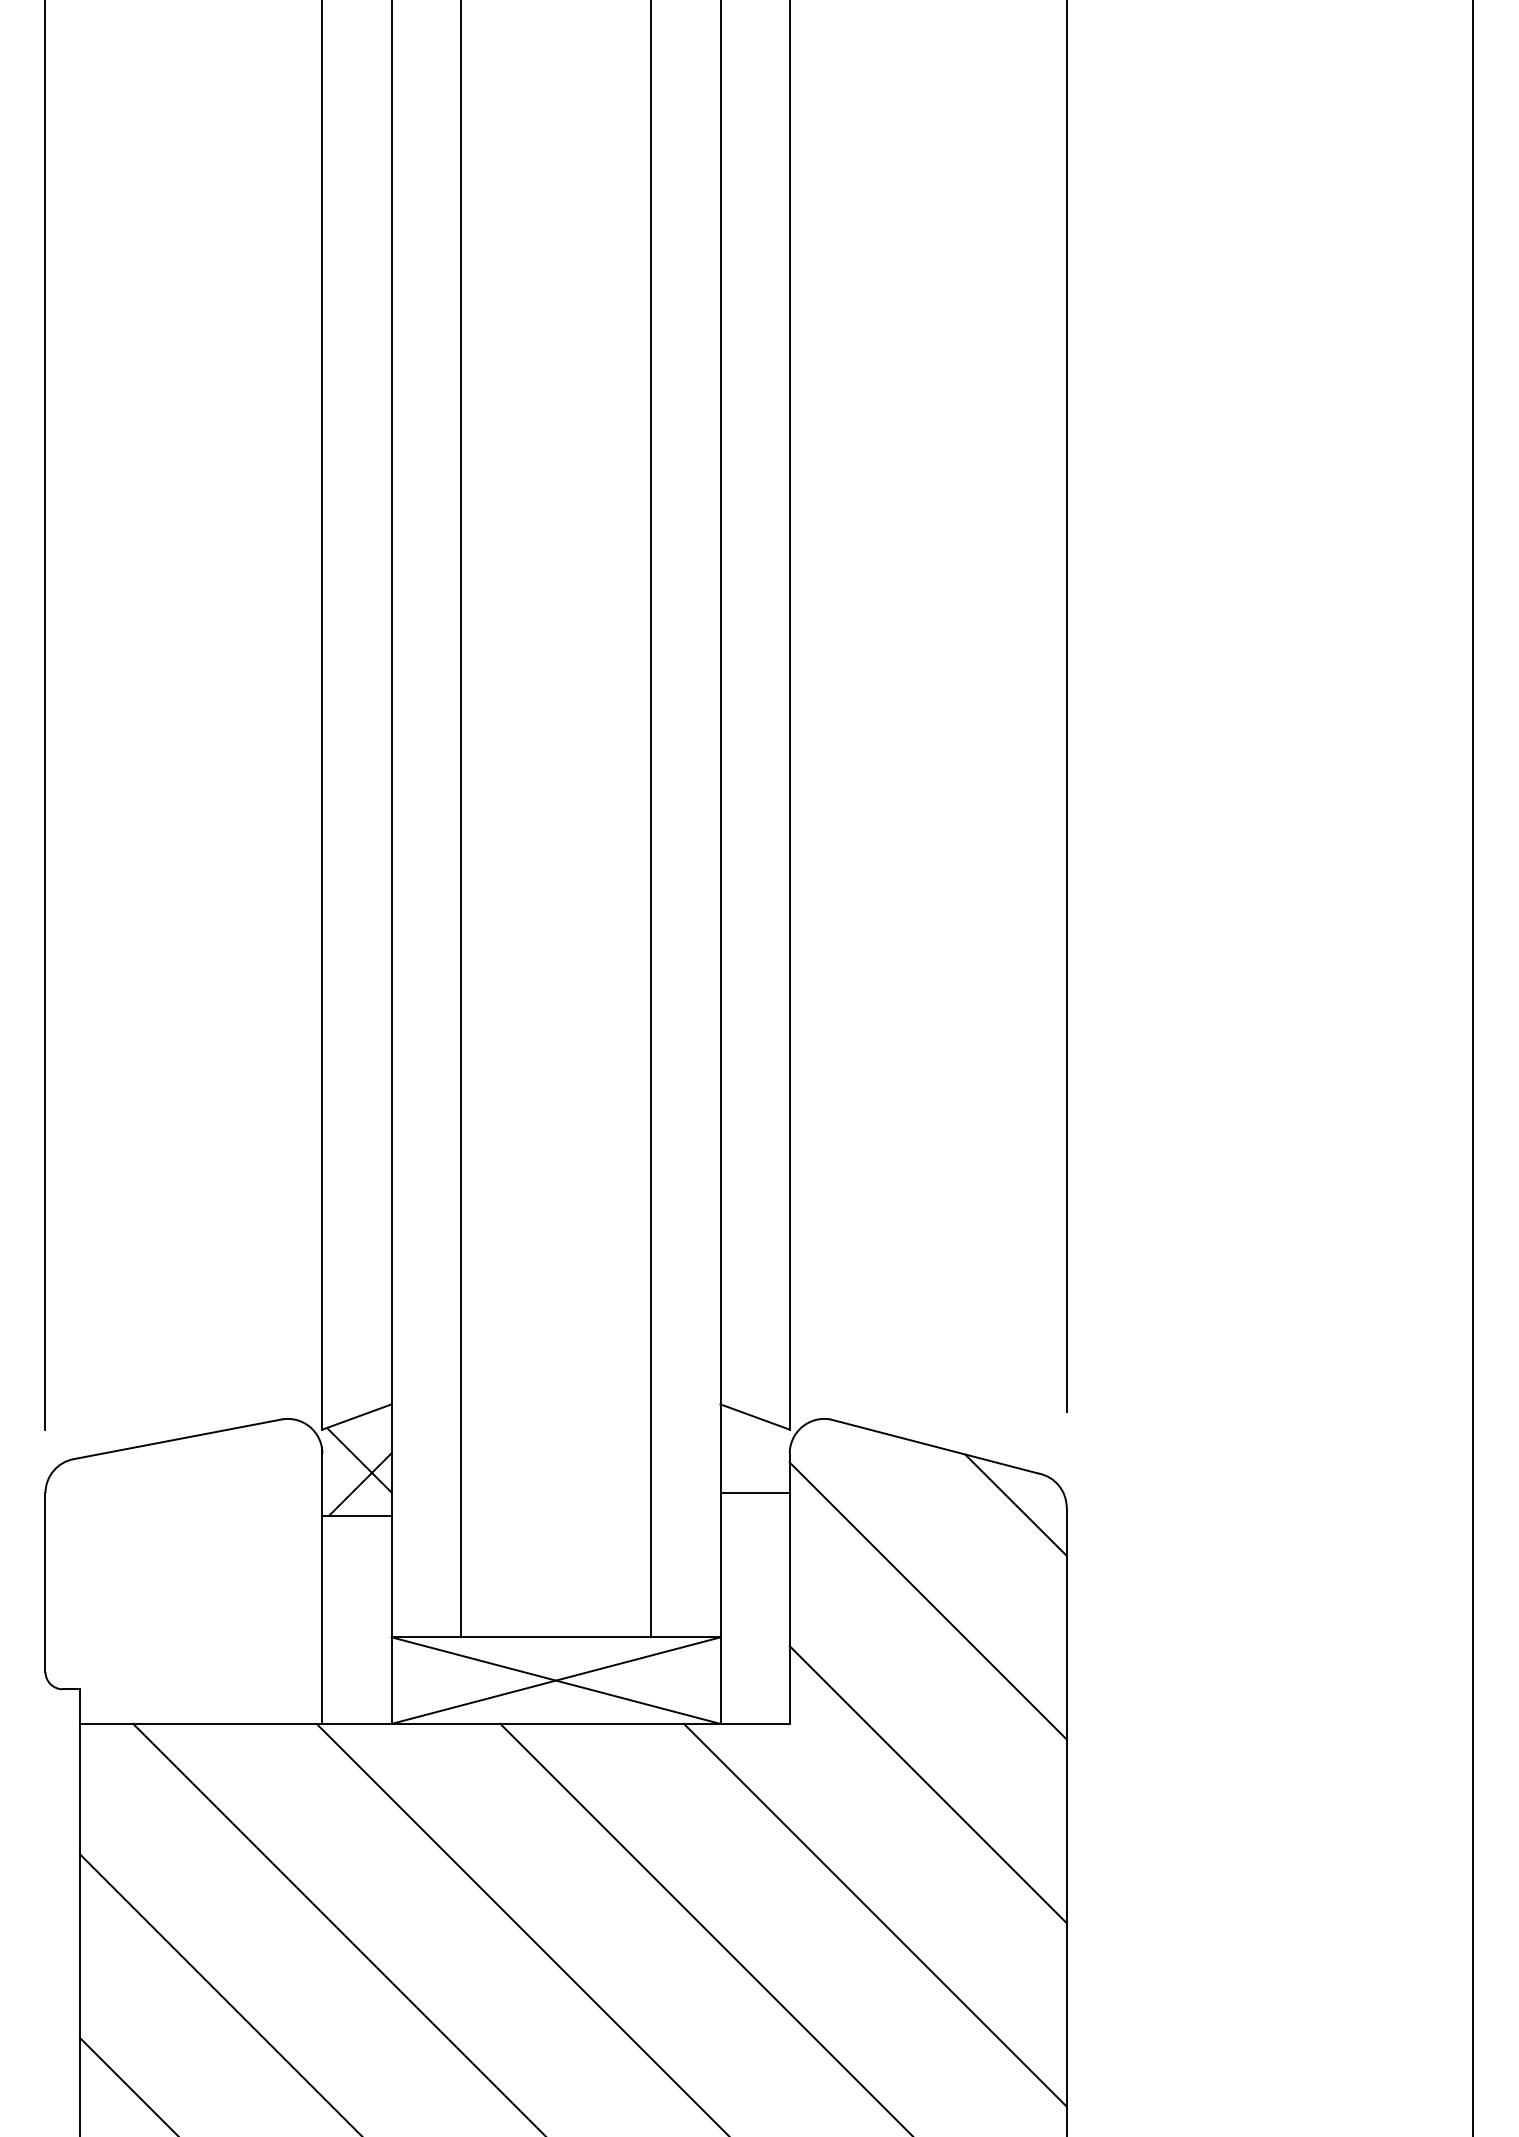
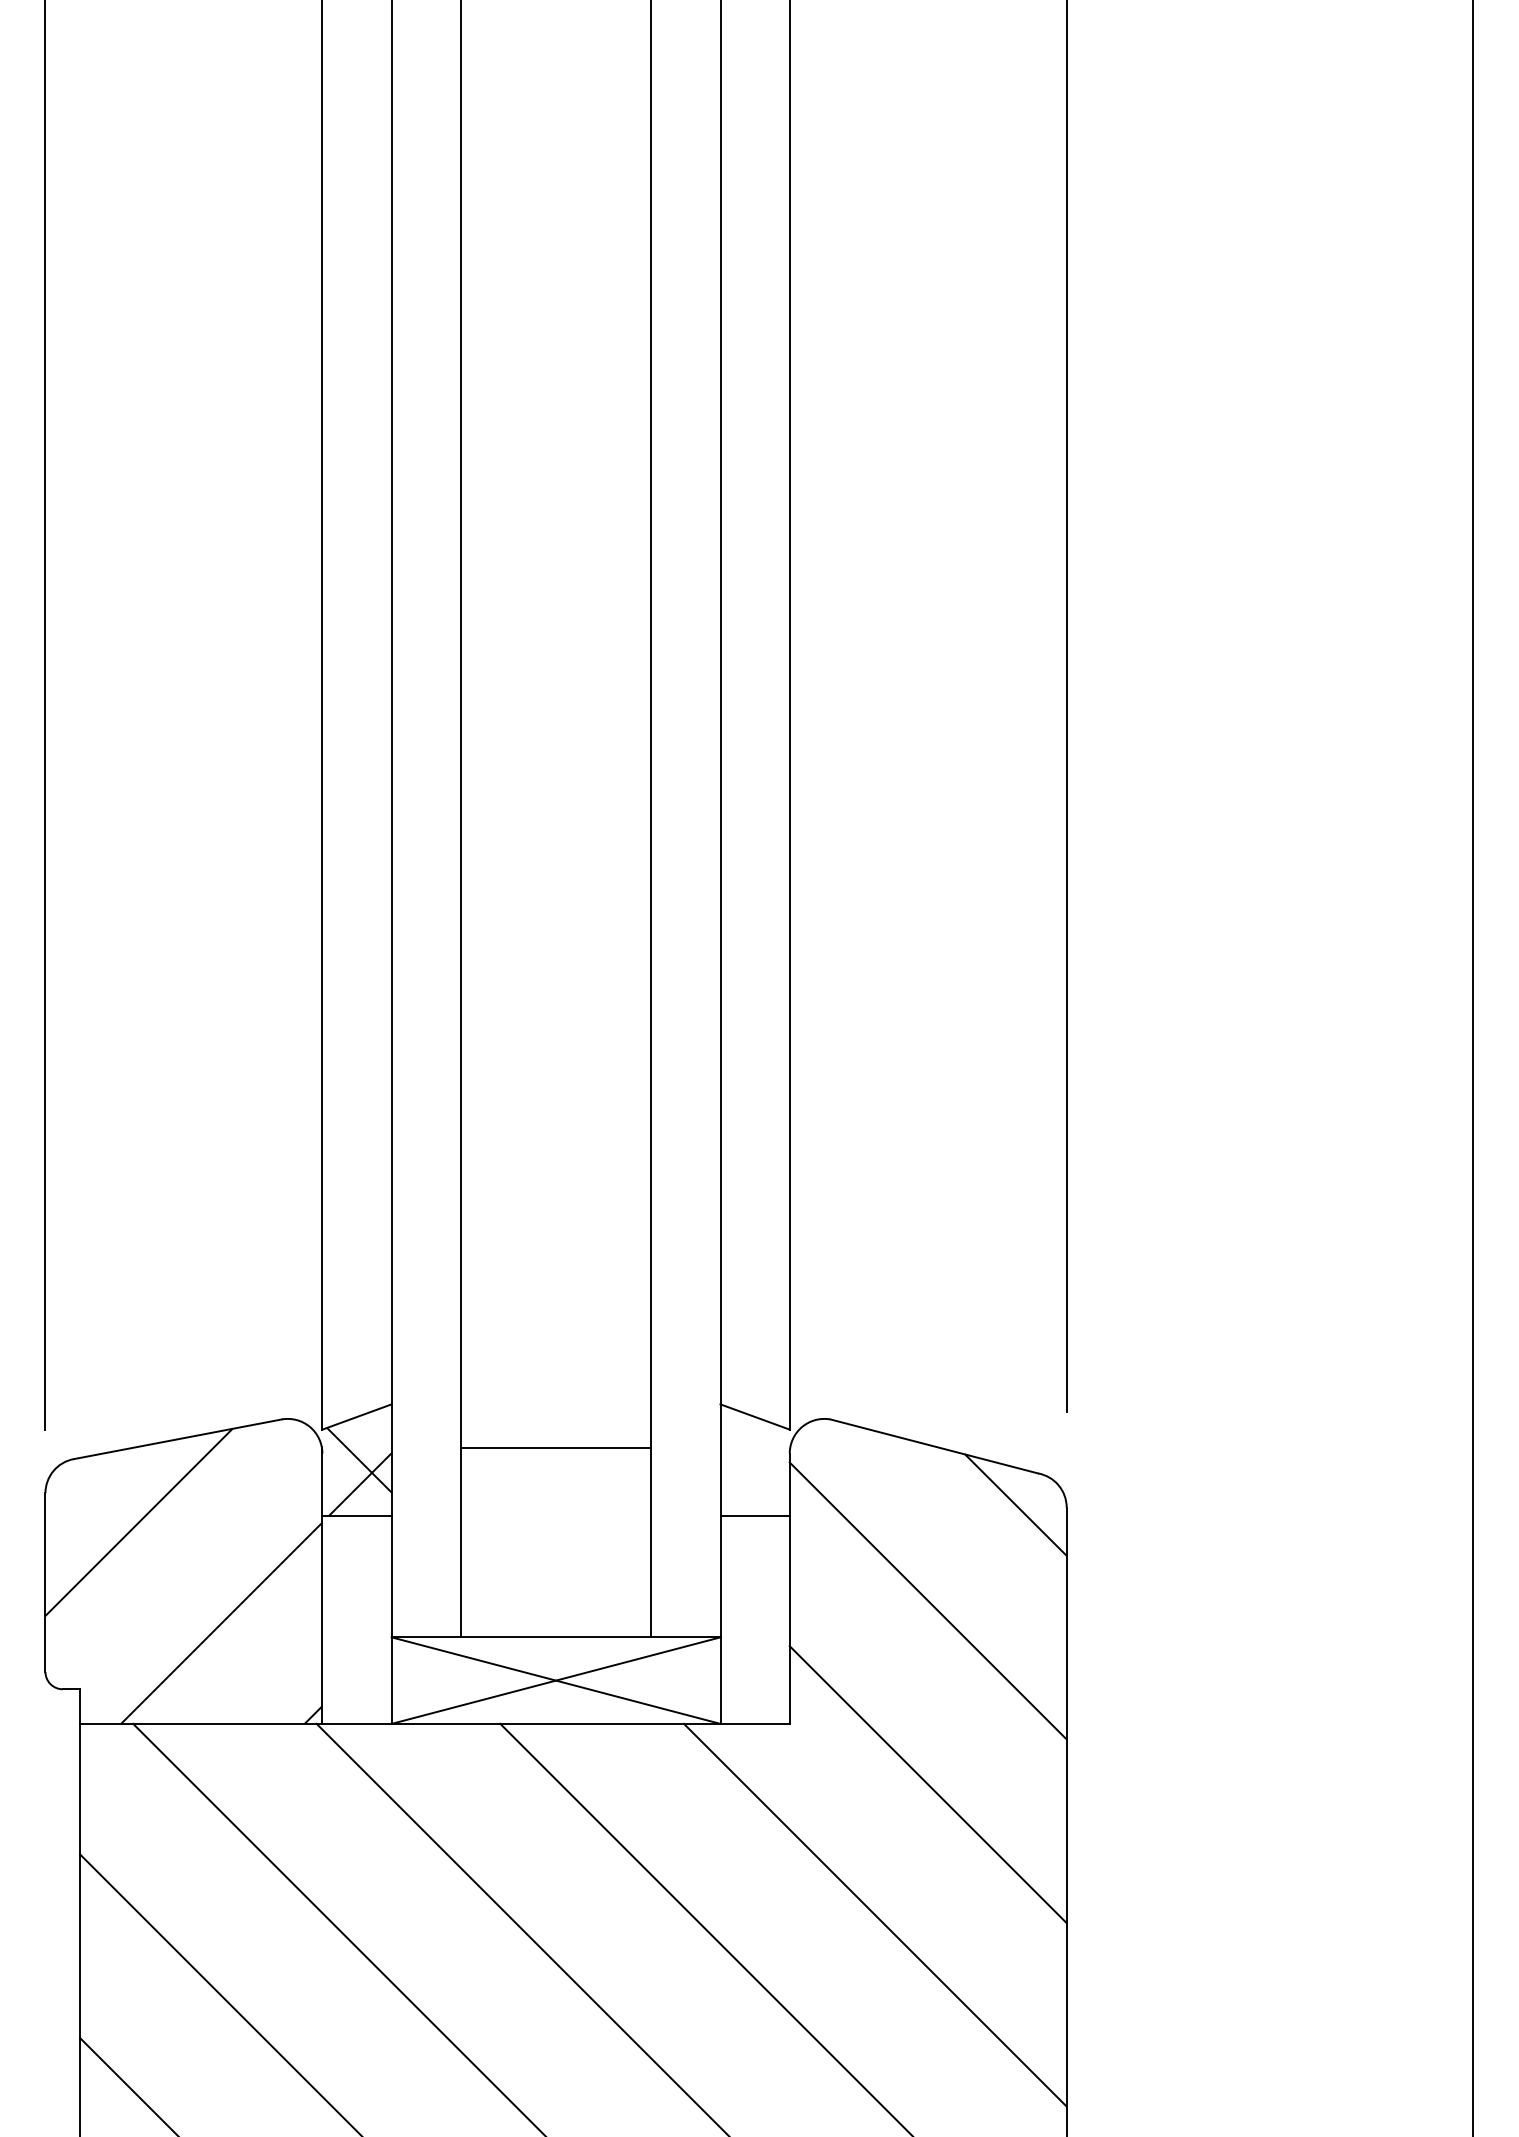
line at (555, 1448): none -> present
line at (754, 1493) position: (754, 1493) -> (754, 1516)
hatch at (183, 1575): none -> present
